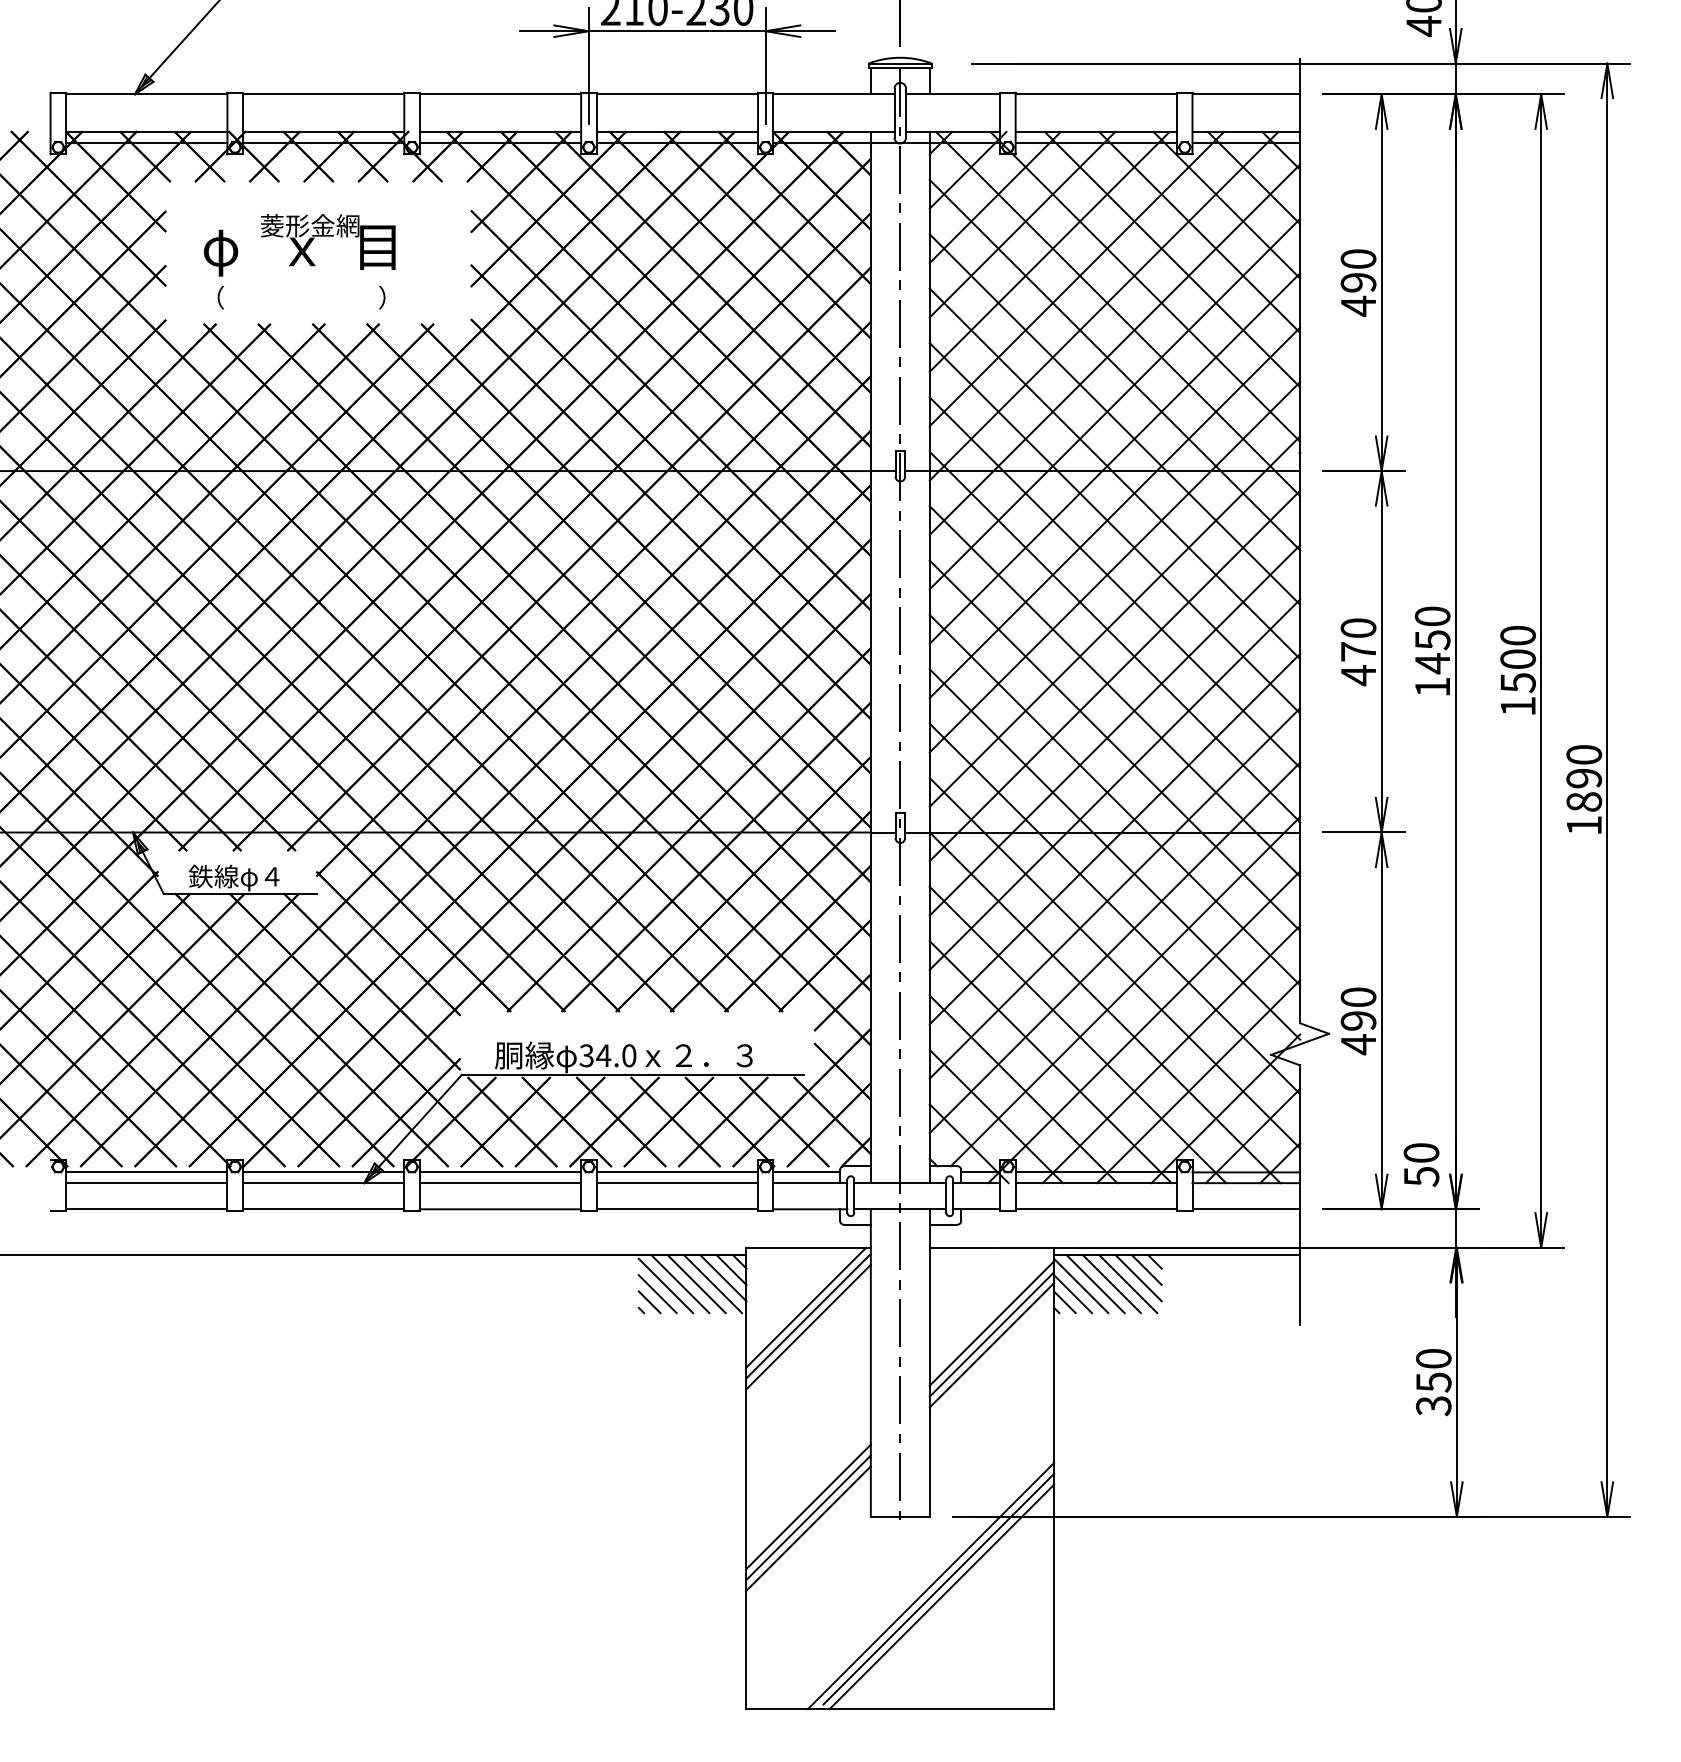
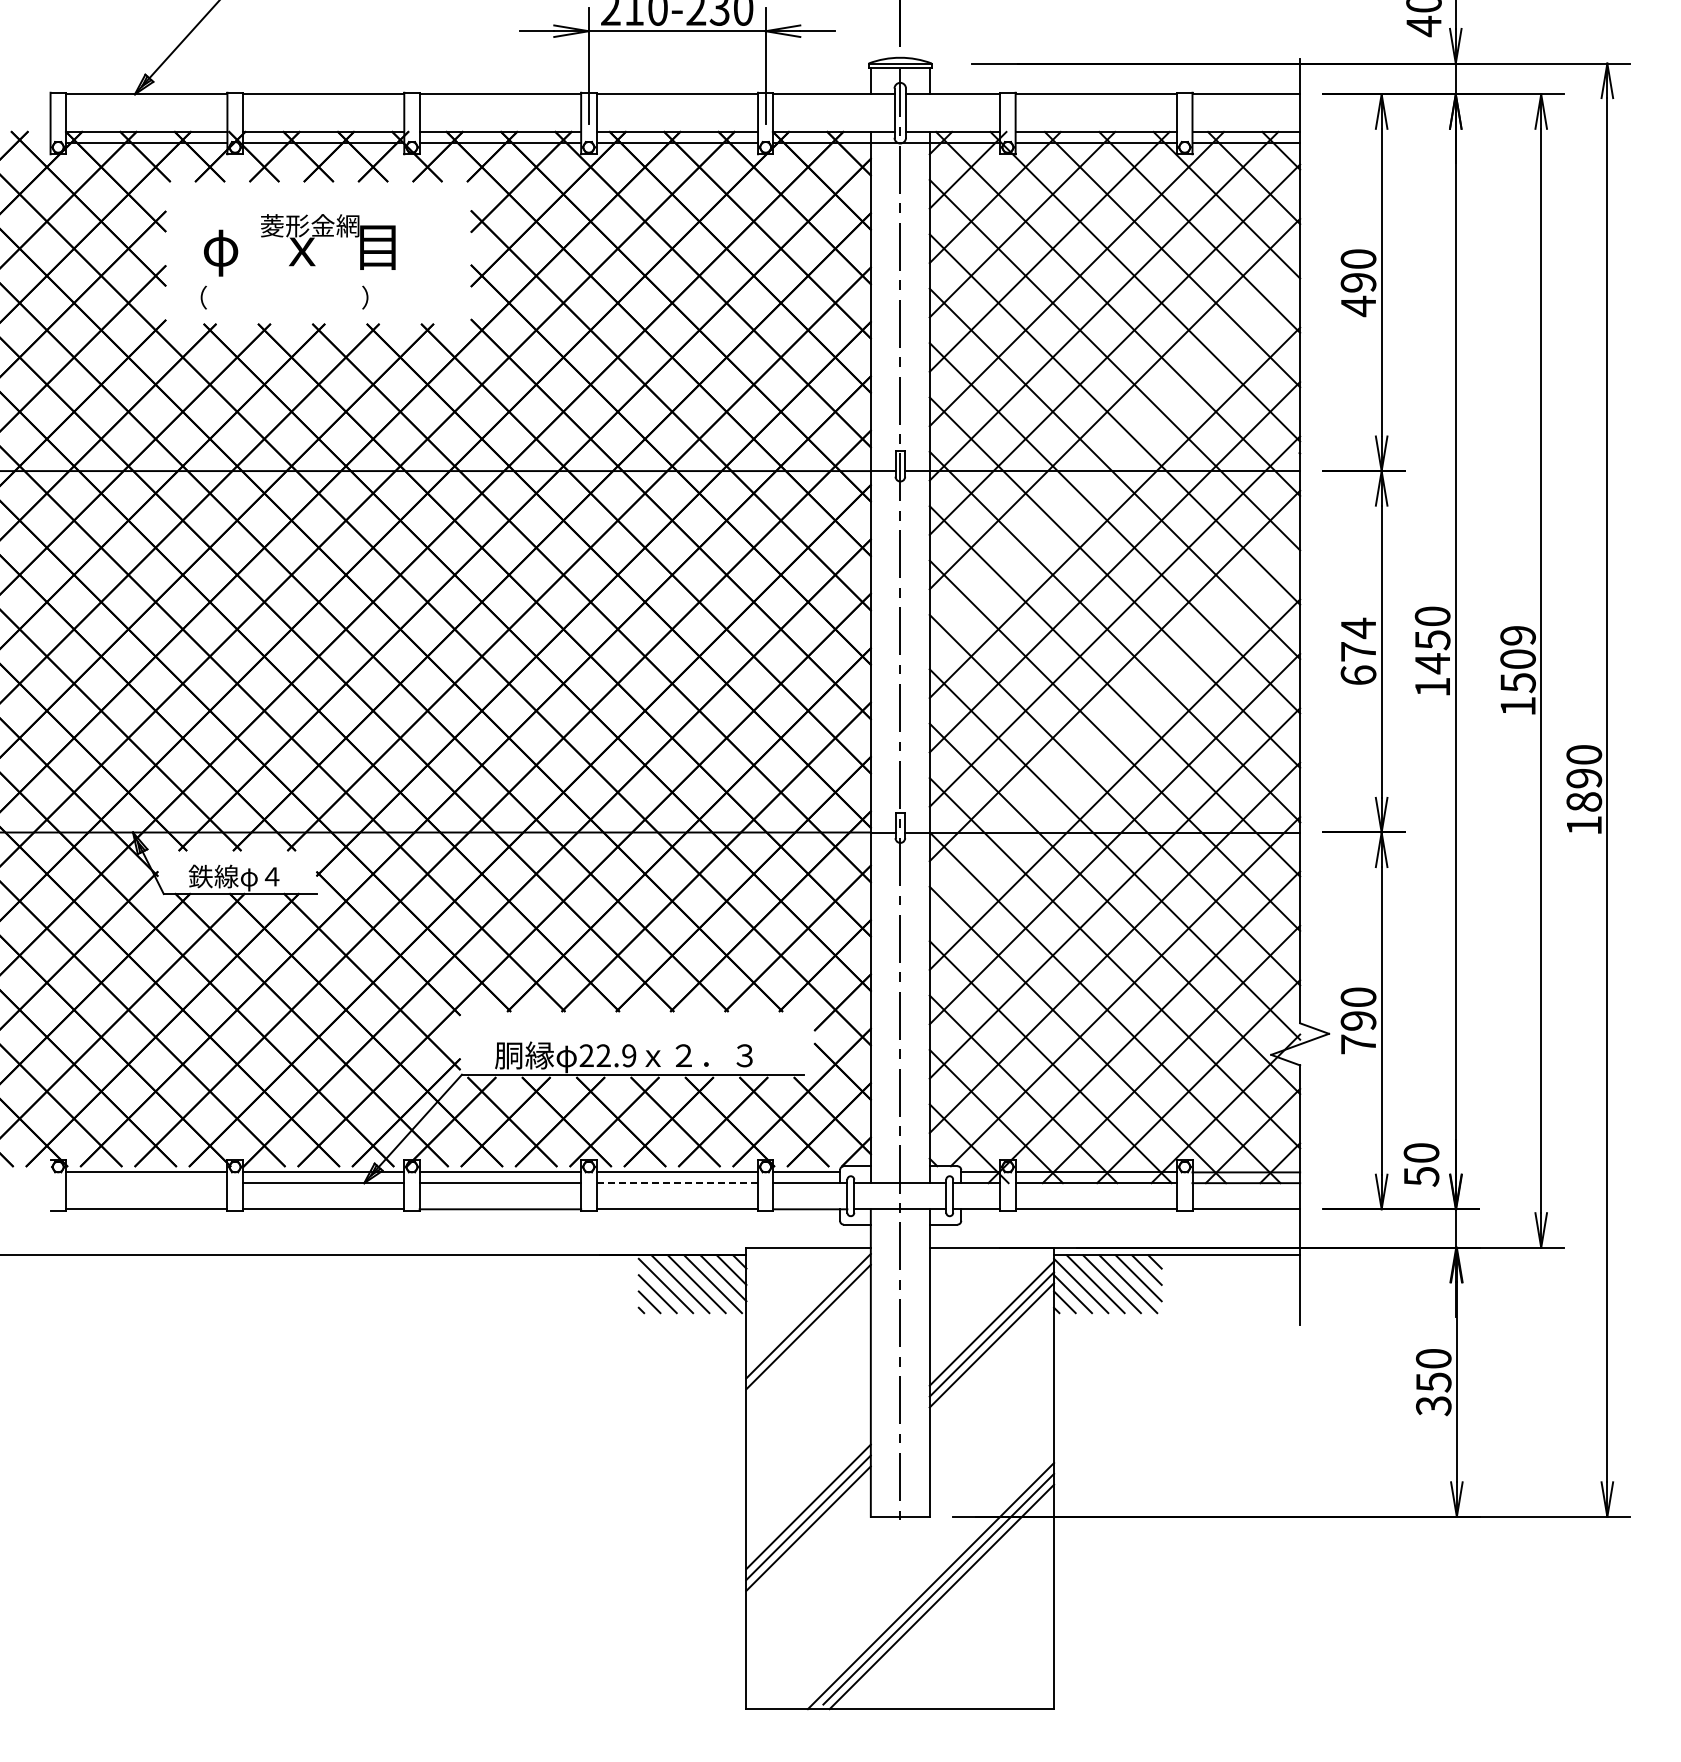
text at (301, 297) position: (301, 297) -> (284, 297)
line at (1114, 458): present -> none
text at (1517, 635): 1500 -> 1509
text at (1358, 651): 470 -> 674
line at (1114, 730): present -> none
text at (1358, 1044): 490 -> 790
text at (607, 1055): 34.0 -> 22.9
line at (146, 1183): present -> none
line at (677, 1183): solid -> dashed
line at (806, 1307): present -> none
